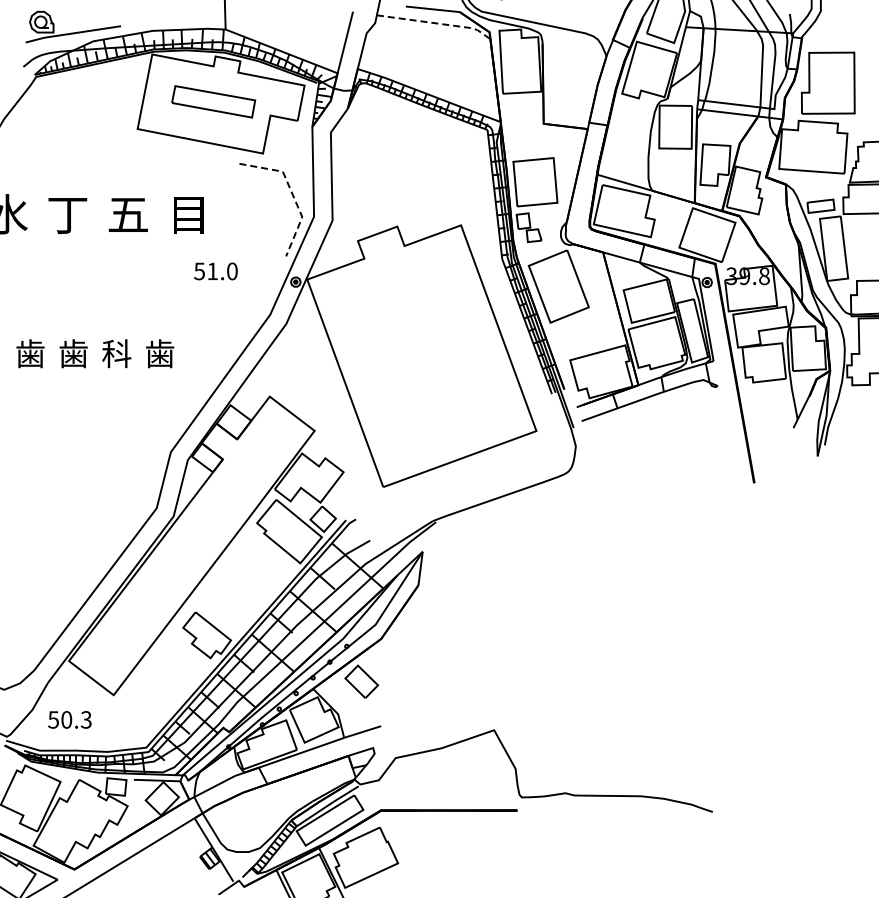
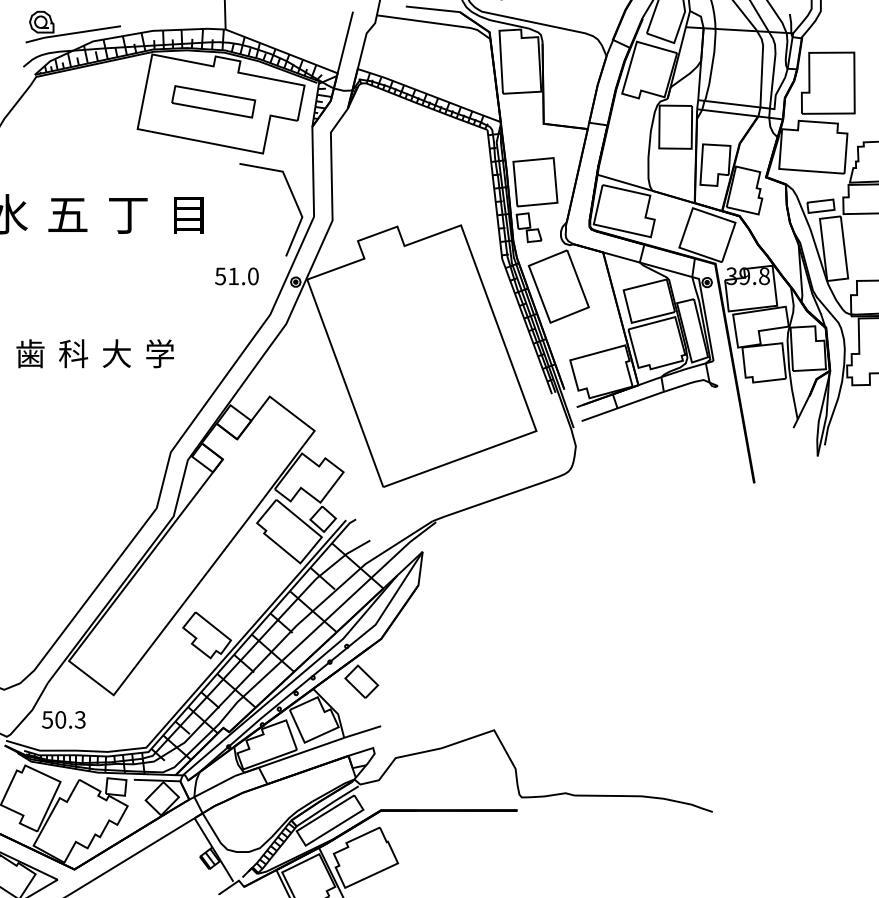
line at (437, 23): dashed -> solid
line at (292, 193): dashed -> solid
text at (67, 215): 丁 -> 五
text at (127, 215): 五 -> 丁
text at (215, 271) position: (215, 271) -> (236, 276)
text at (73, 353): 歯 -> 科
text at (116, 353): 科 -> 大
text at (160, 353): 歯 -> 学
text at (69, 719) position: (69, 719) -> (63, 719)
